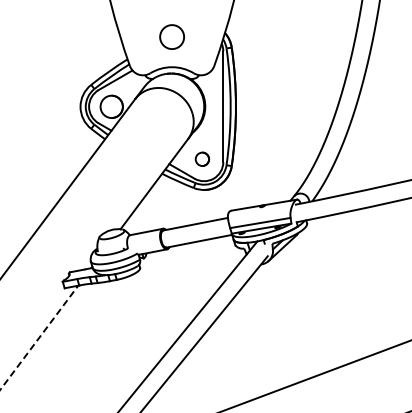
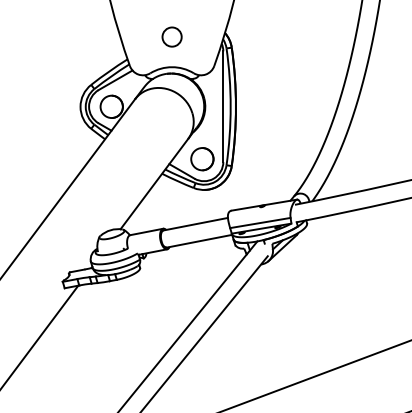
circle at (171, 36) size: 26x26 px -> 22x22 px
circle at (202, 158) size: 17x16 px -> 25x25 px
line at (39, 337): dashed -> solid
